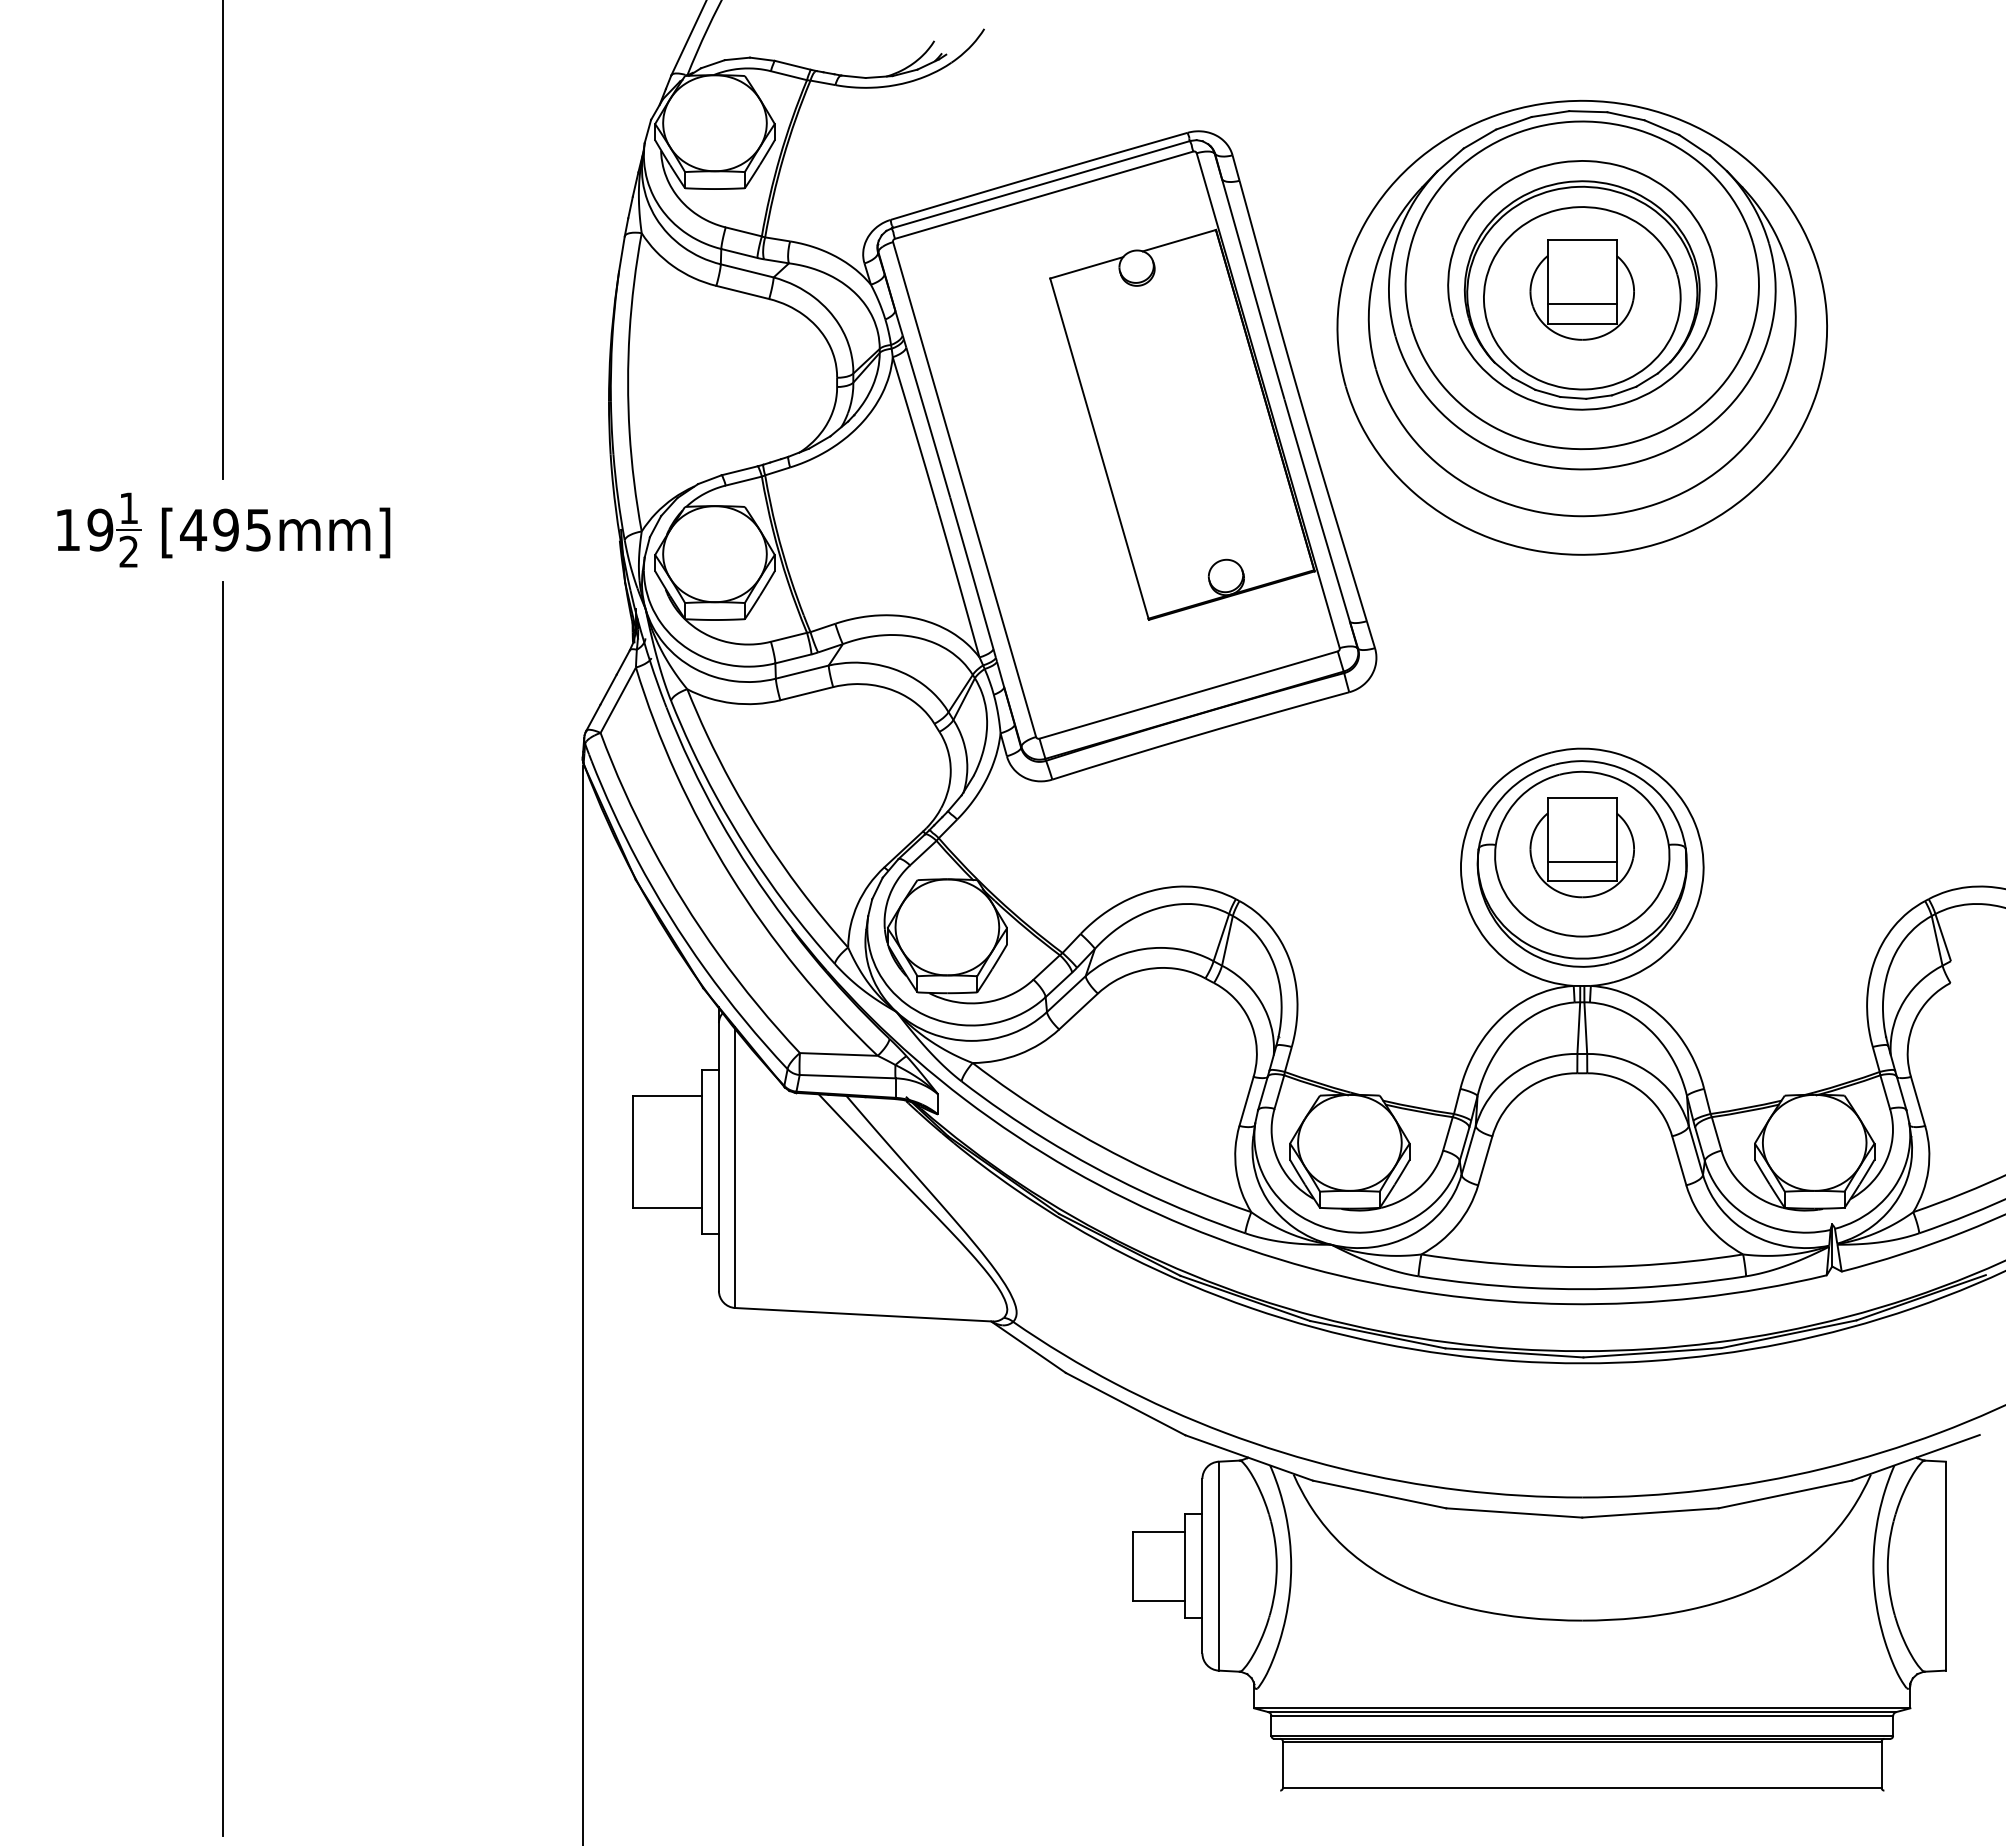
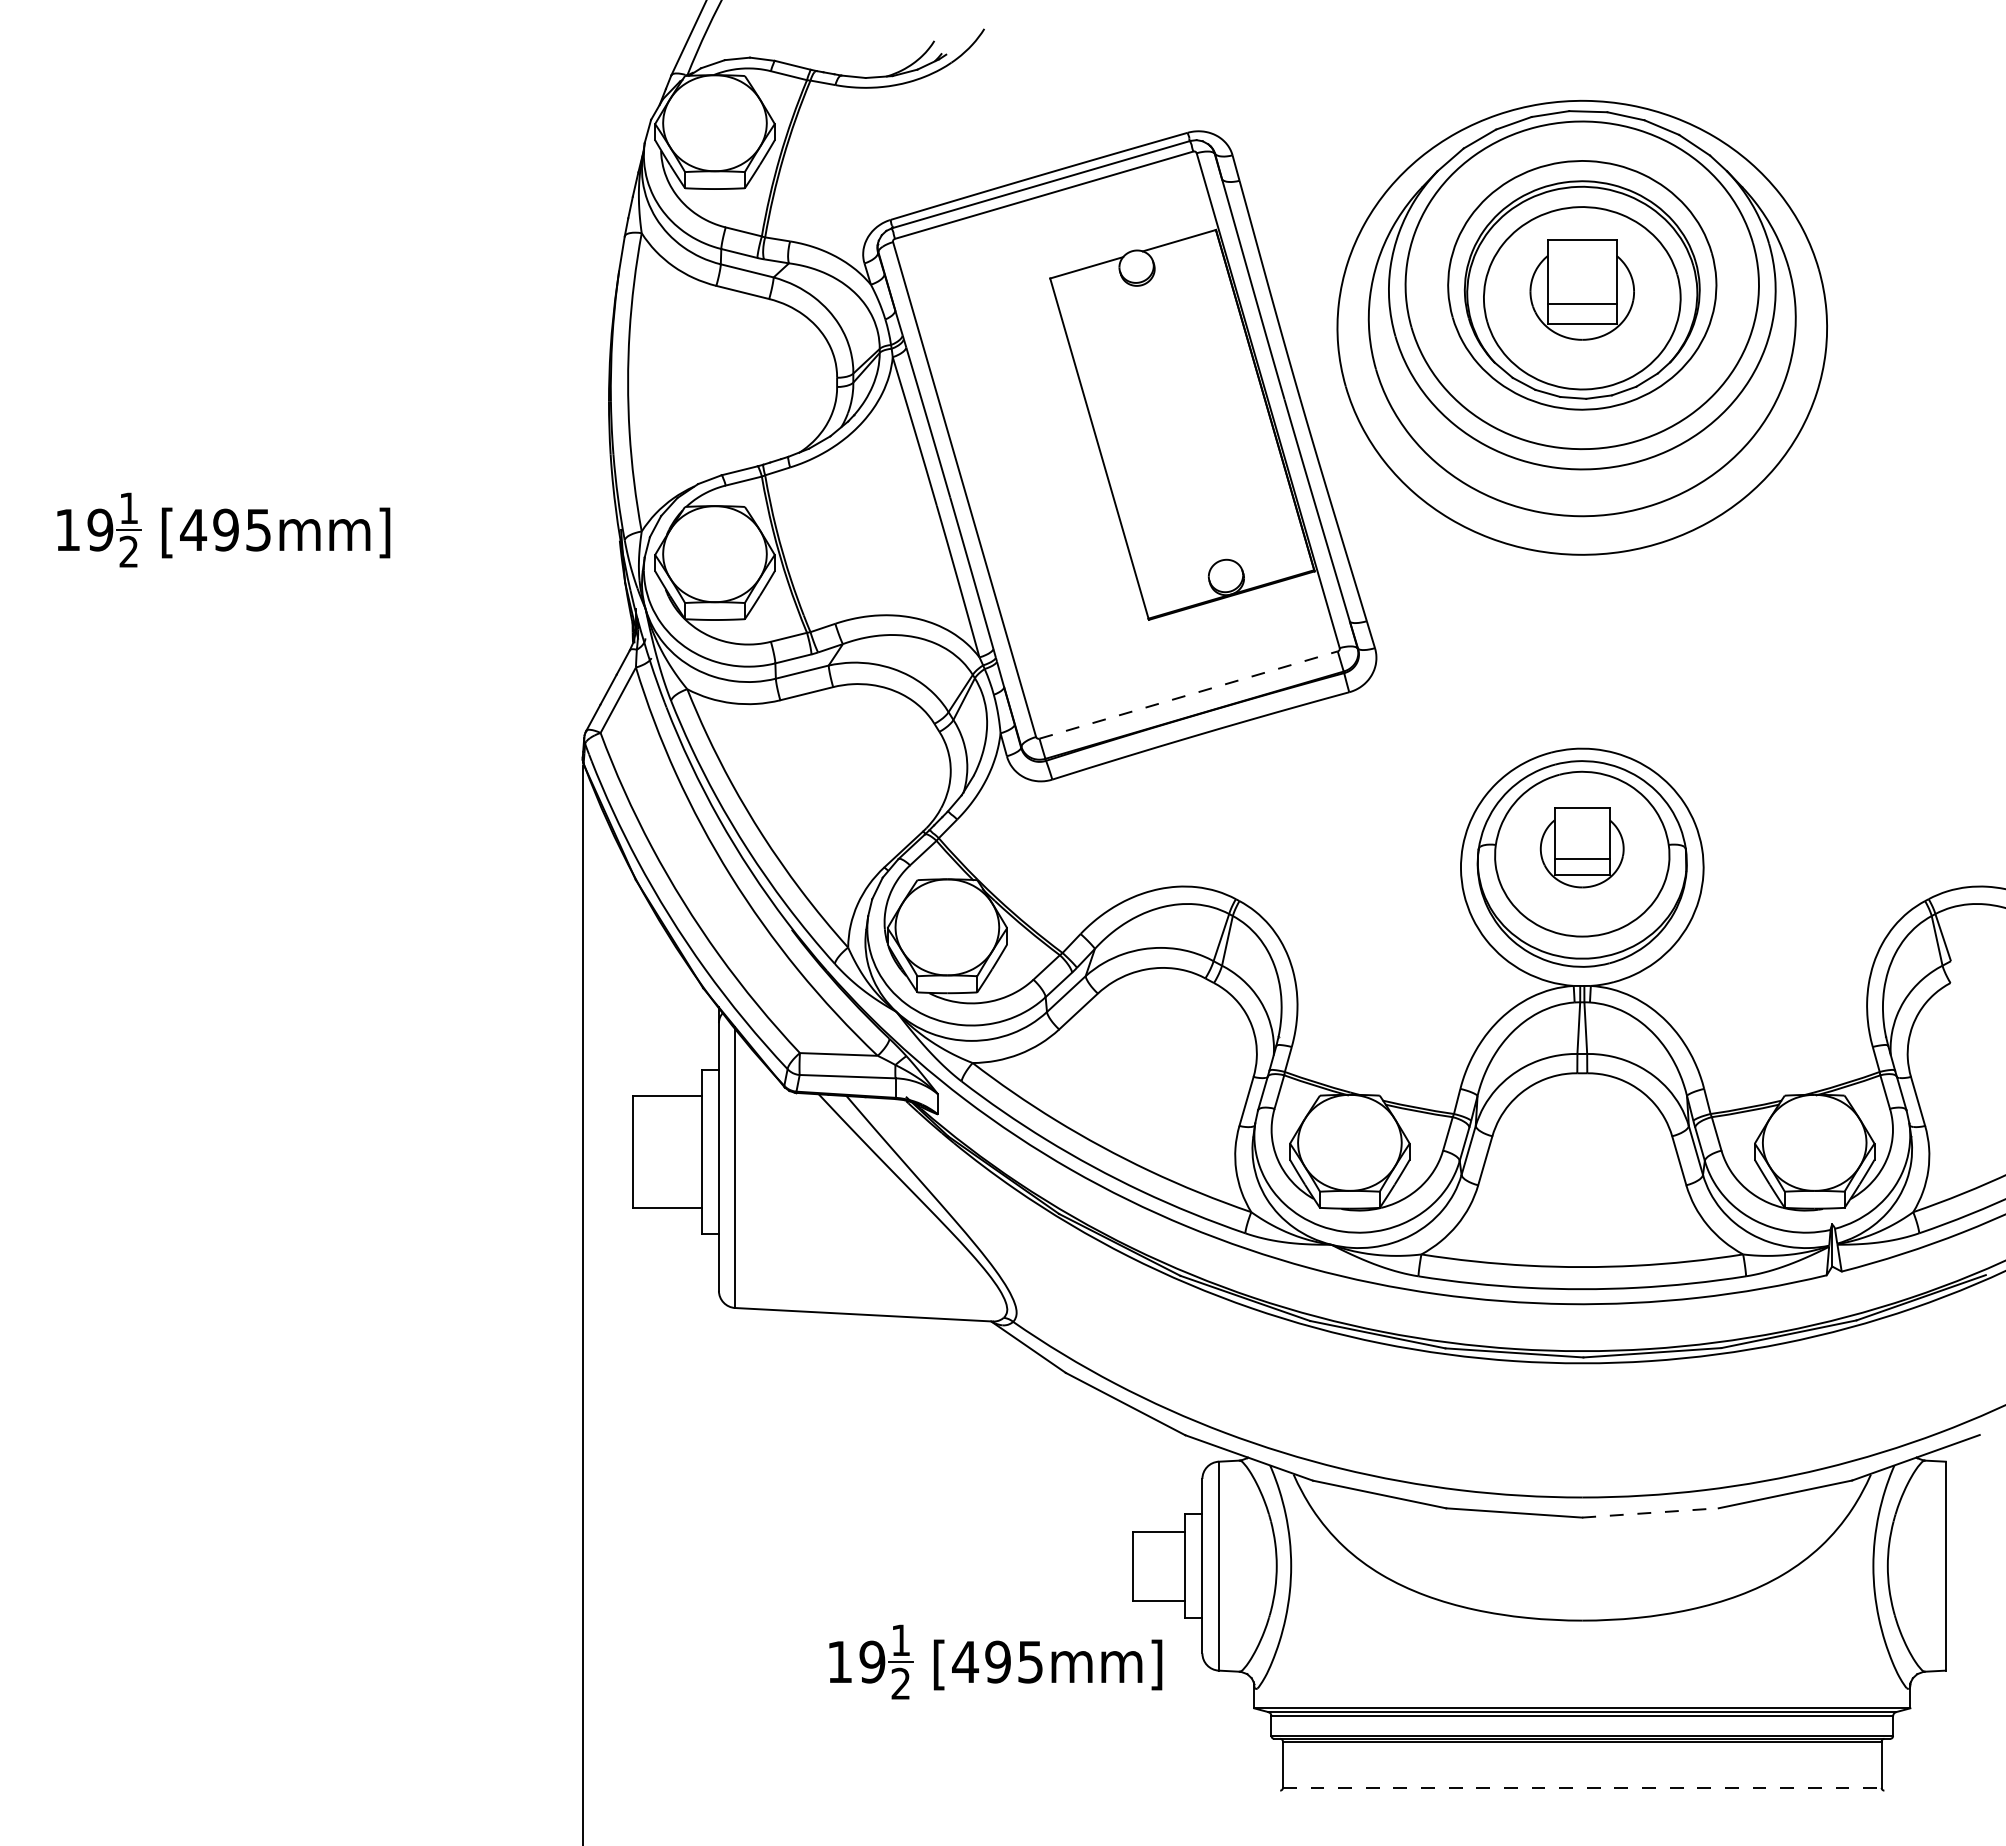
line at (223, 240): present -> none
line at (1189, 694): solid -> dashed
part at (1581, 847) size: 106x102 px -> 86x82 px
line at (223, 1208): present -> none
line at (1650, 1512): solid -> dashed
part at (995, 1661): none -> present
line at (1582, 1787): solid -> dashed
